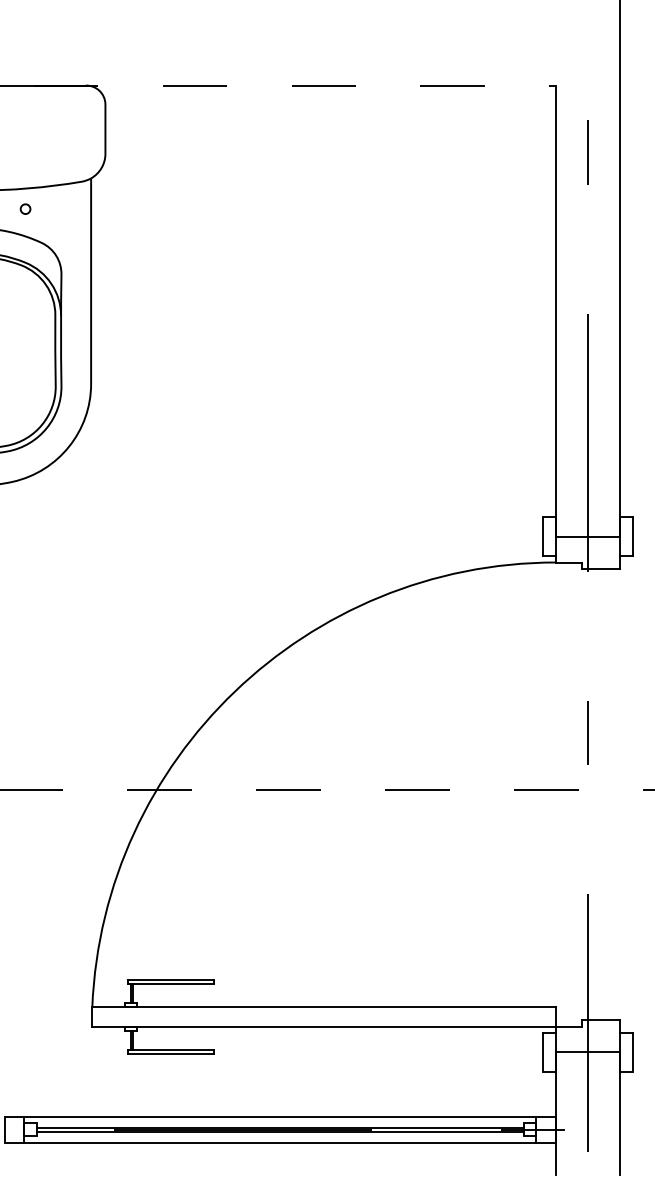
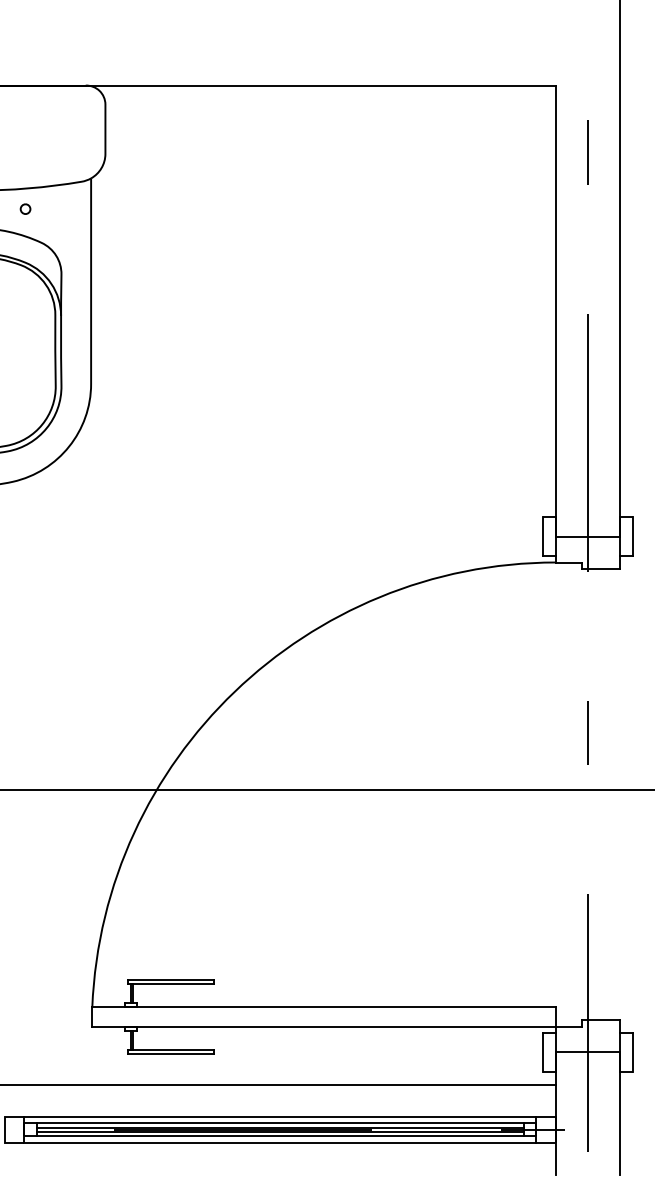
line at (277, 85): dashed -> solid
line at (327, 790): dashed -> solid
line at (278, 1084): none -> present
line at (279, 1123): none -> present
line at (279, 1136): none -> present
